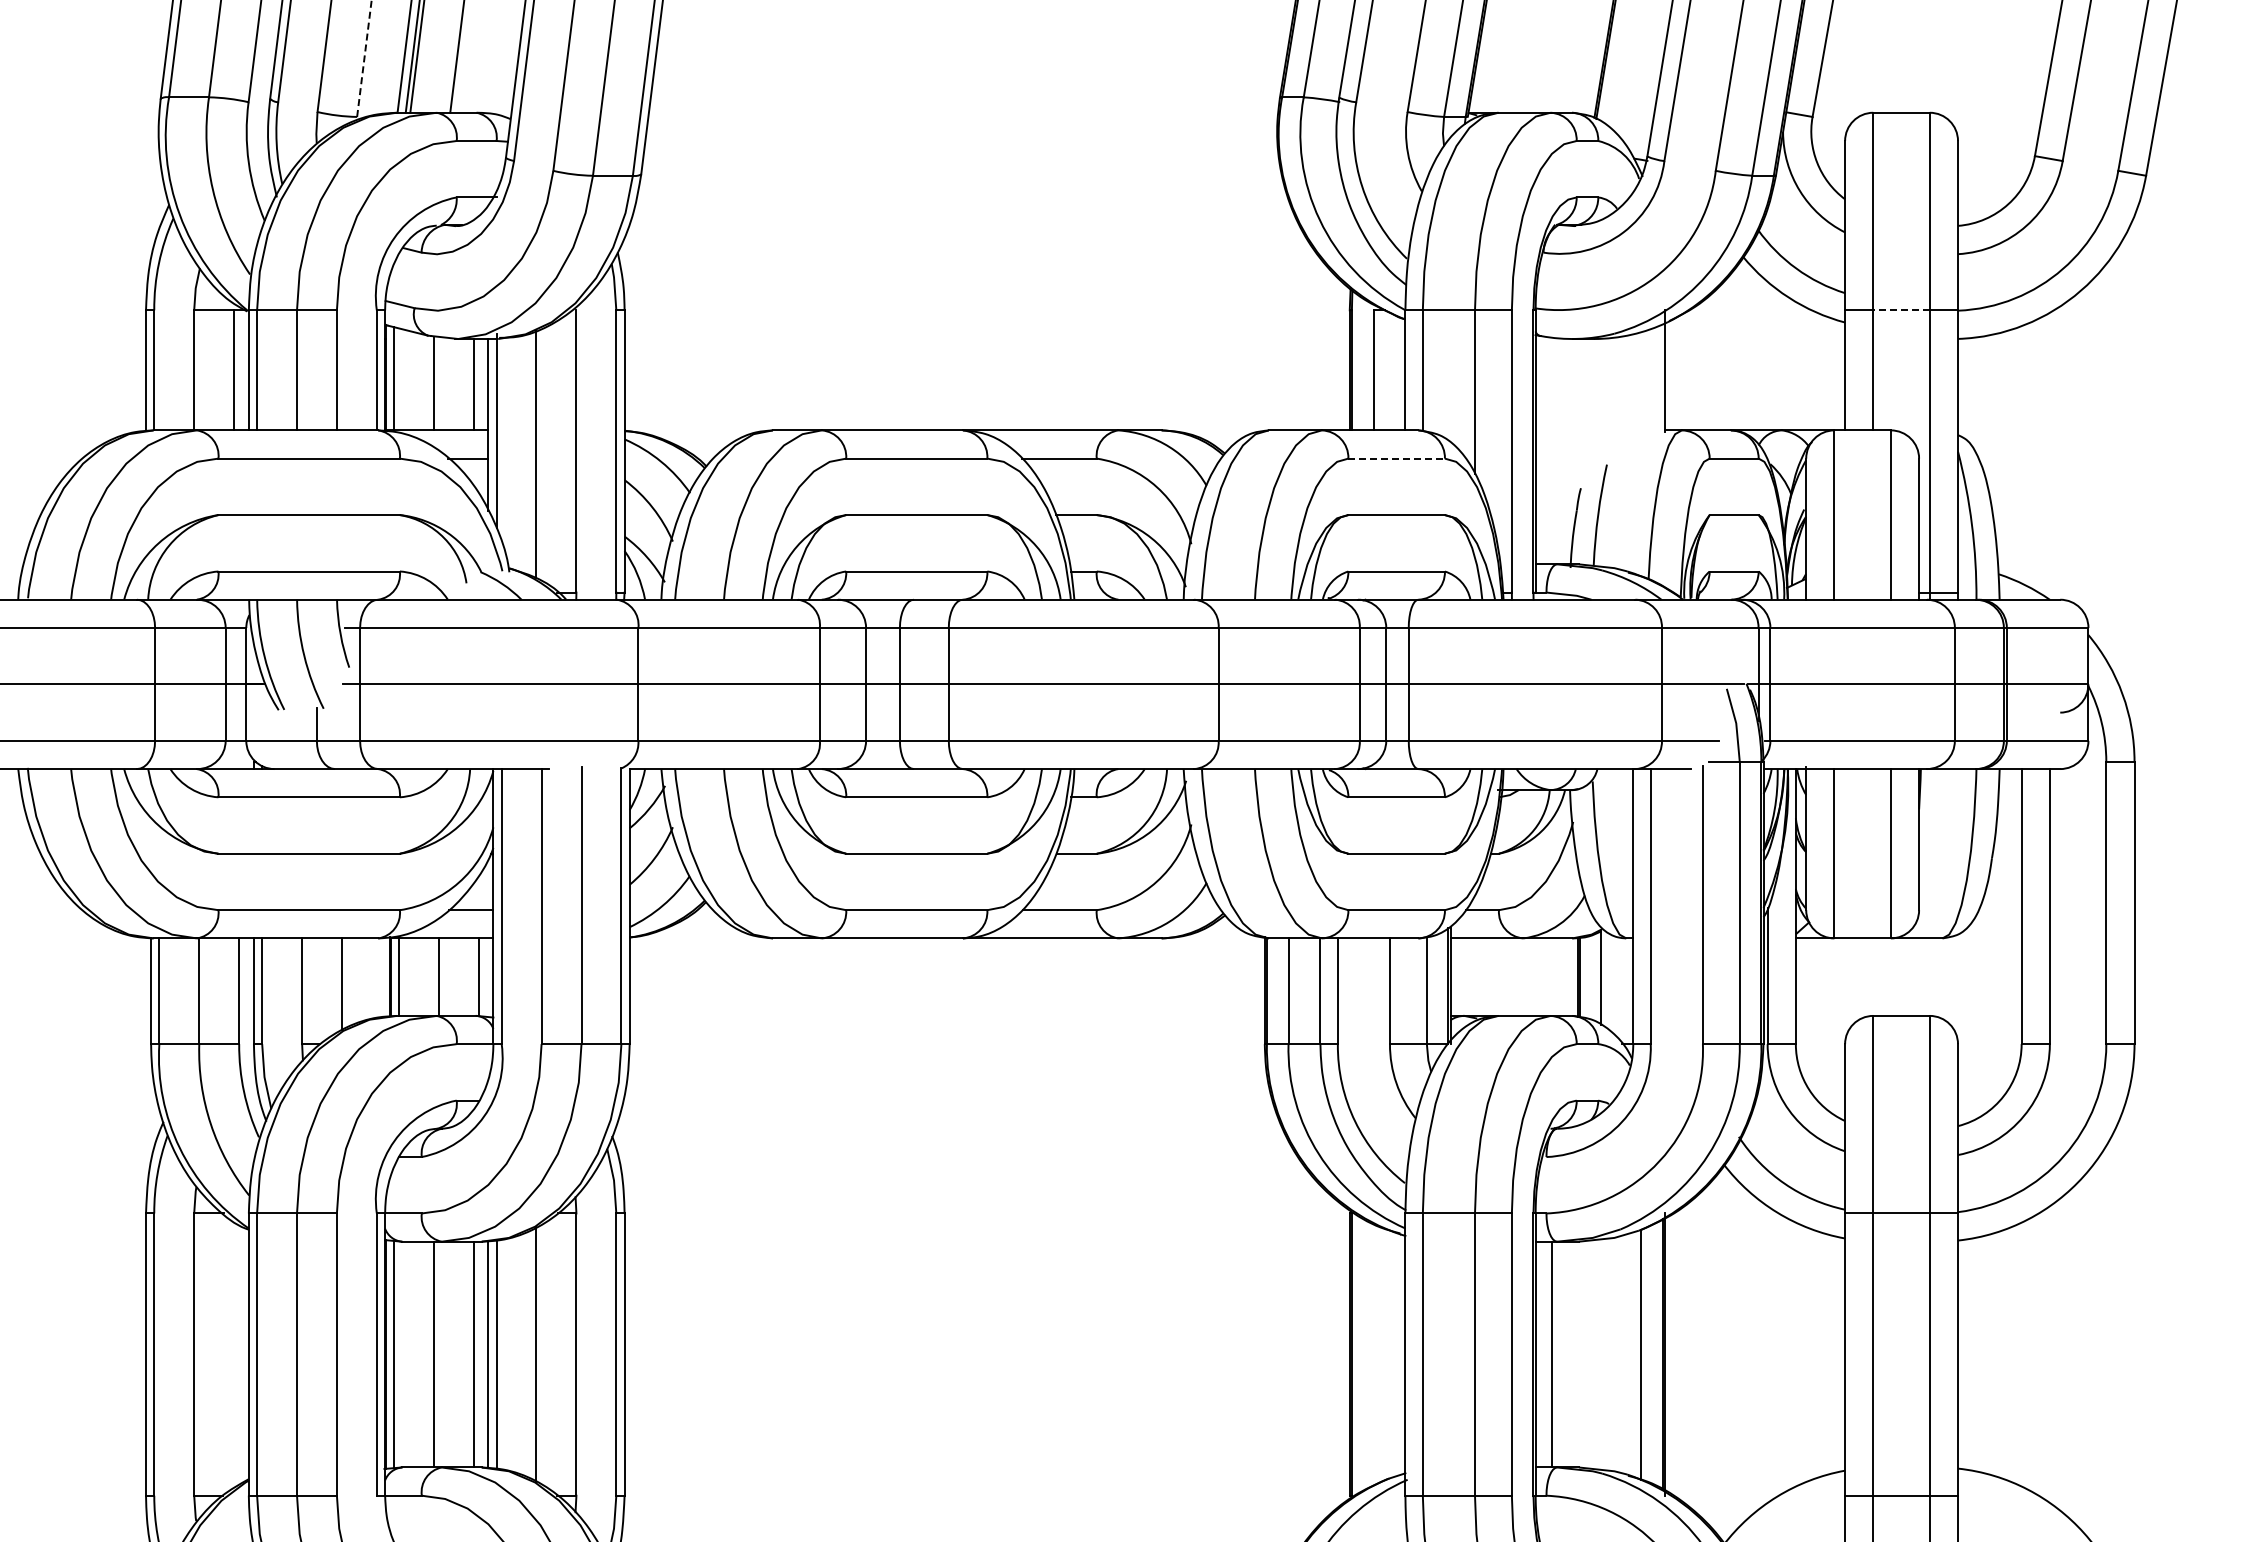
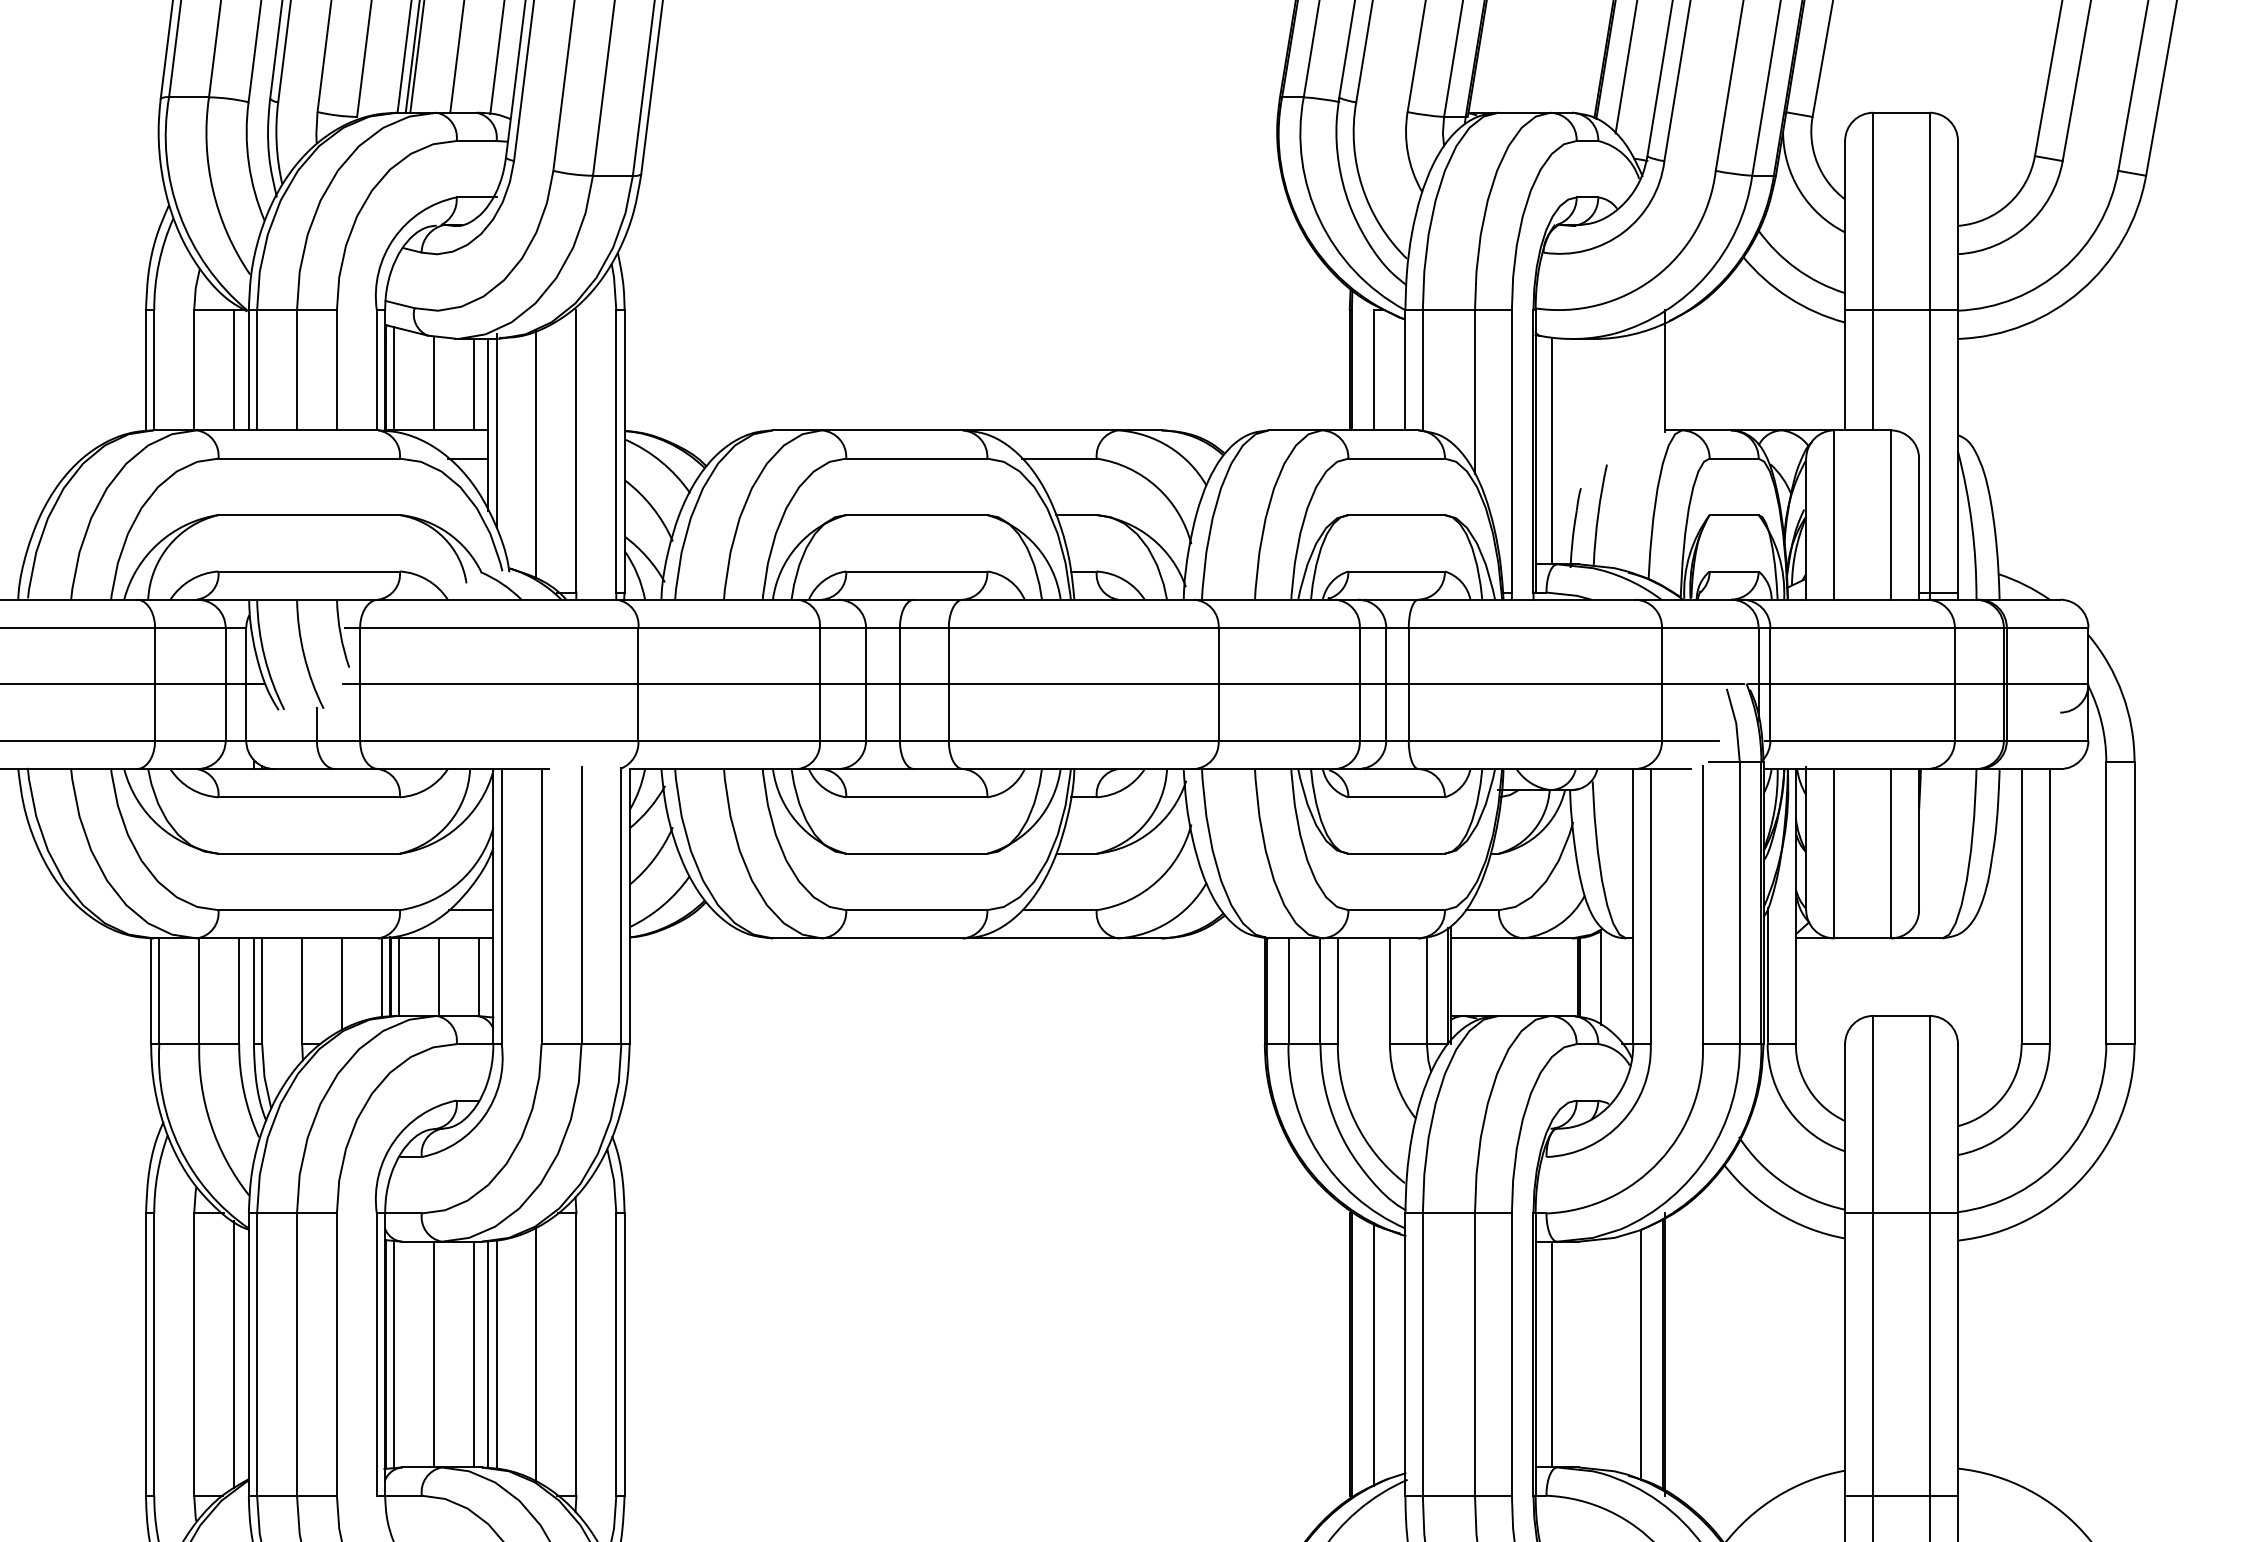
line at (364, 58): dashed -> solid
line at (497, 58): none -> present
line at (1626, 67): none -> present
line at (1901, 310): dashed -> solid
line at (1552, 450): none -> present
line at (1397, 458): dashed -> solid
line at (381, 977): none -> present
line at (234, 1354): none -> present
line at (1373, 1354): none -> present
